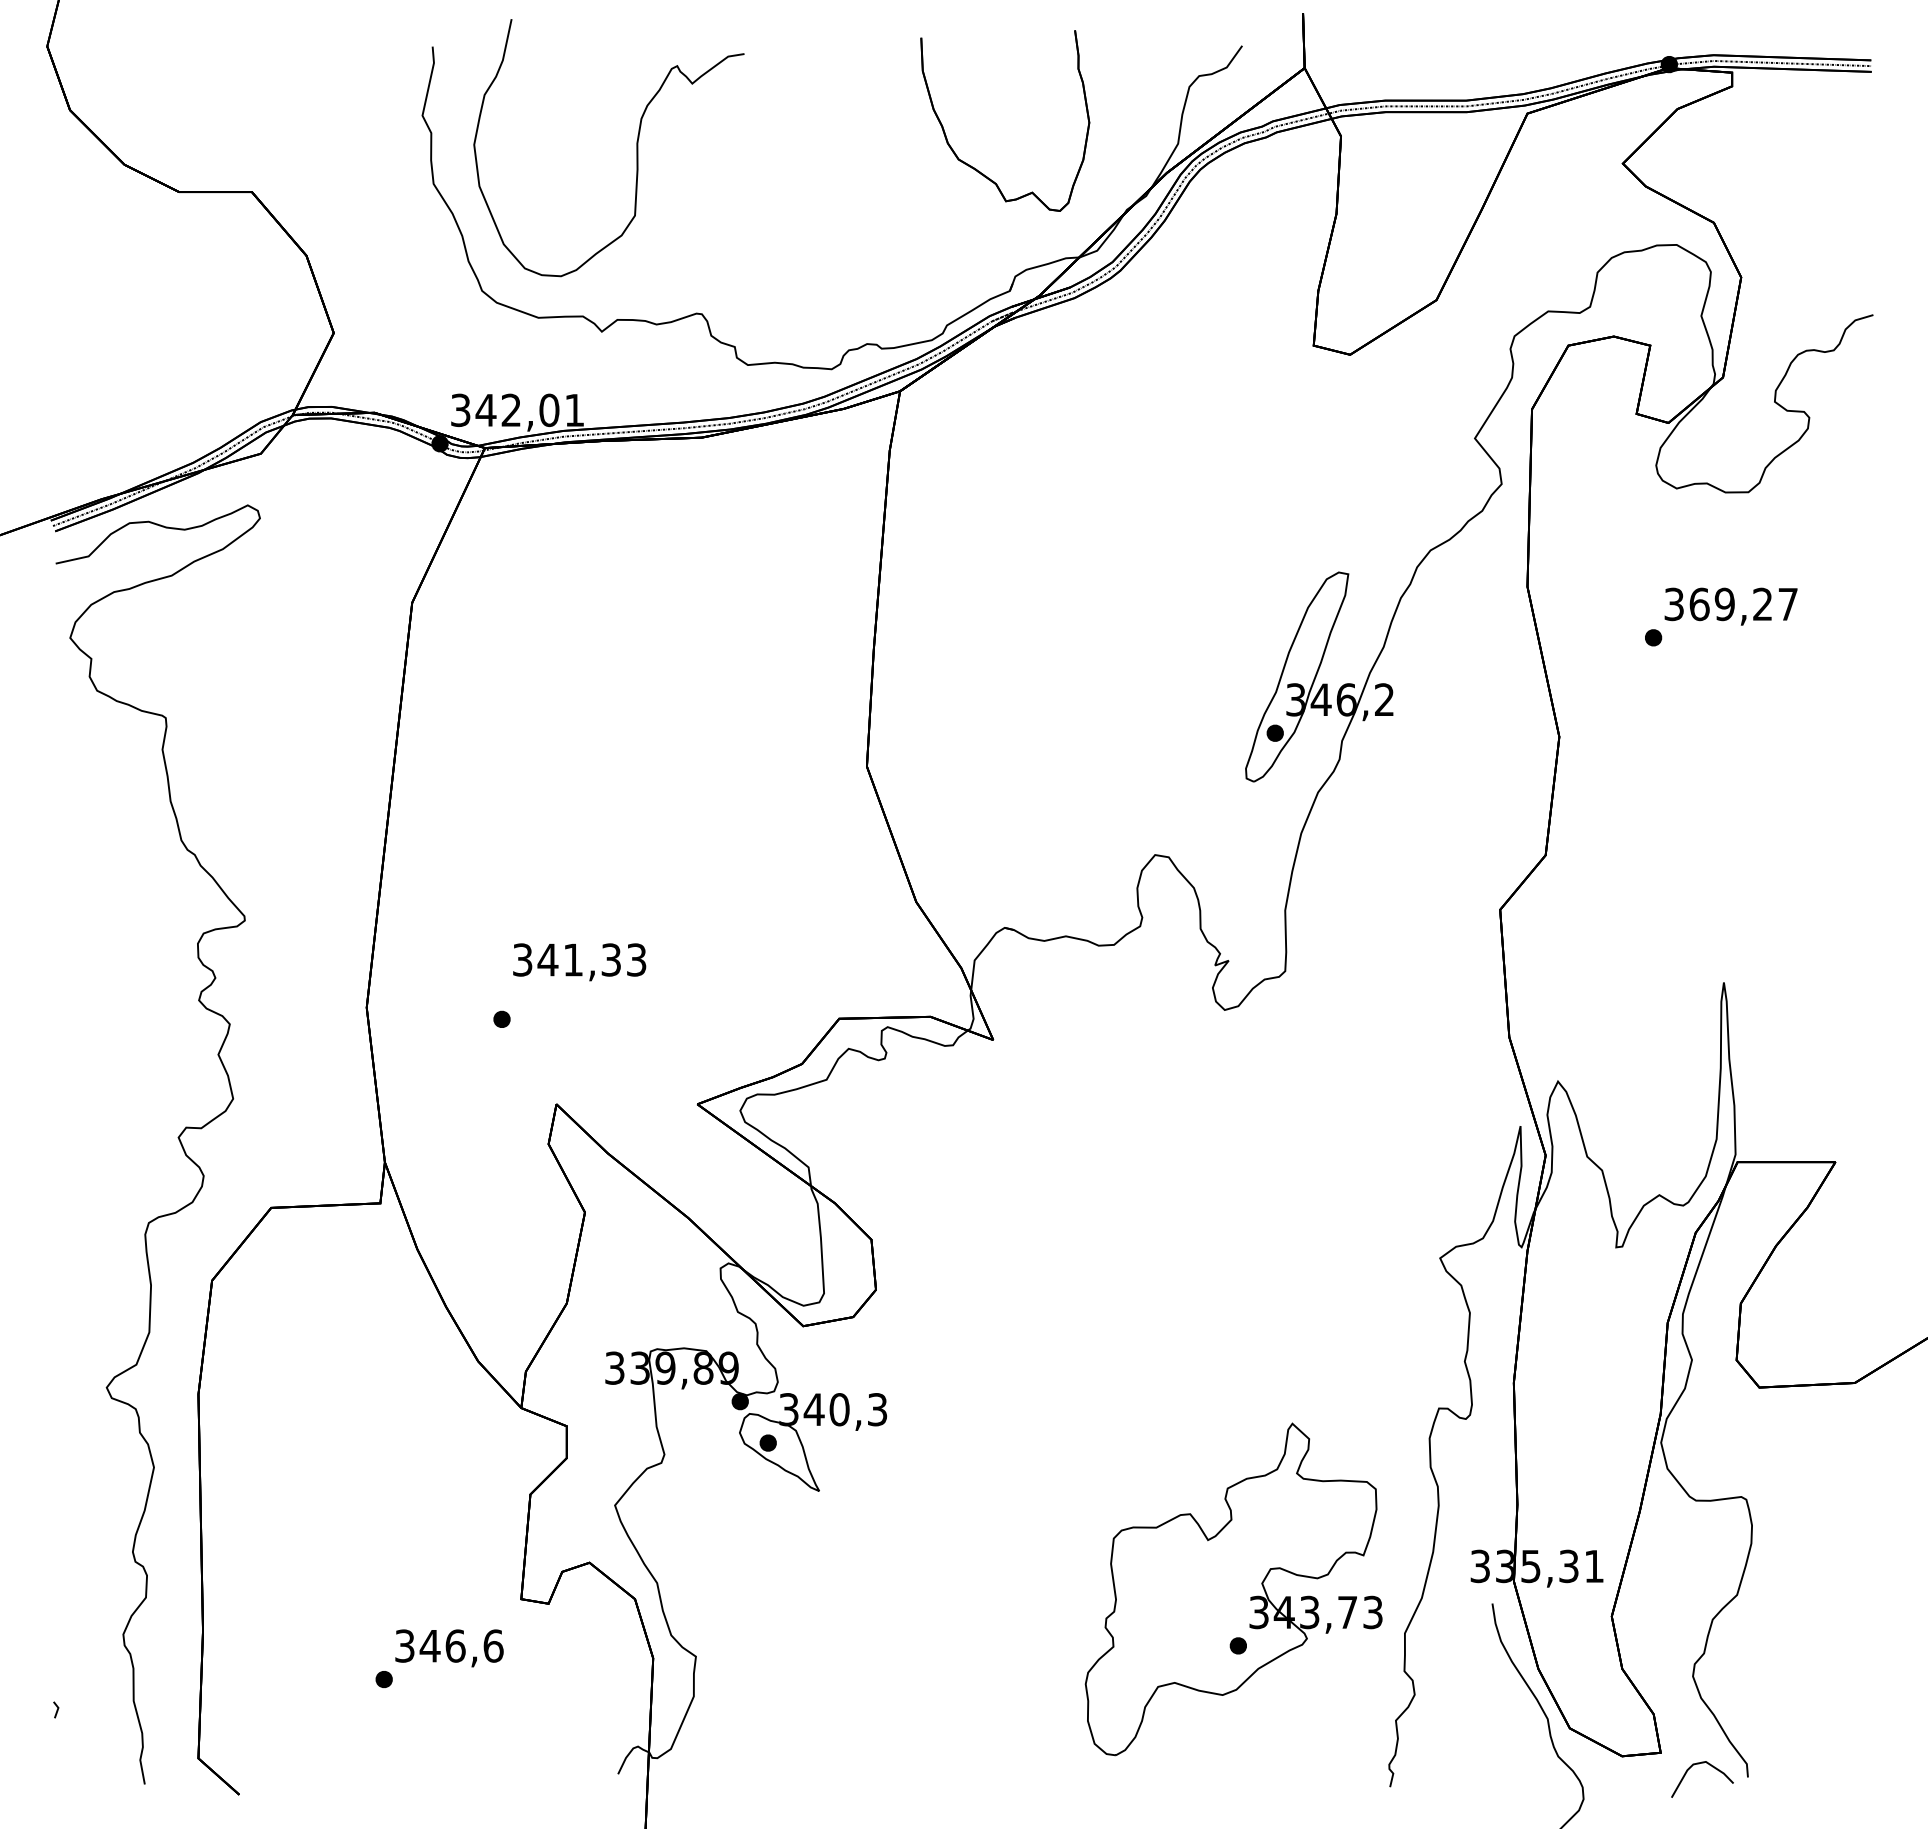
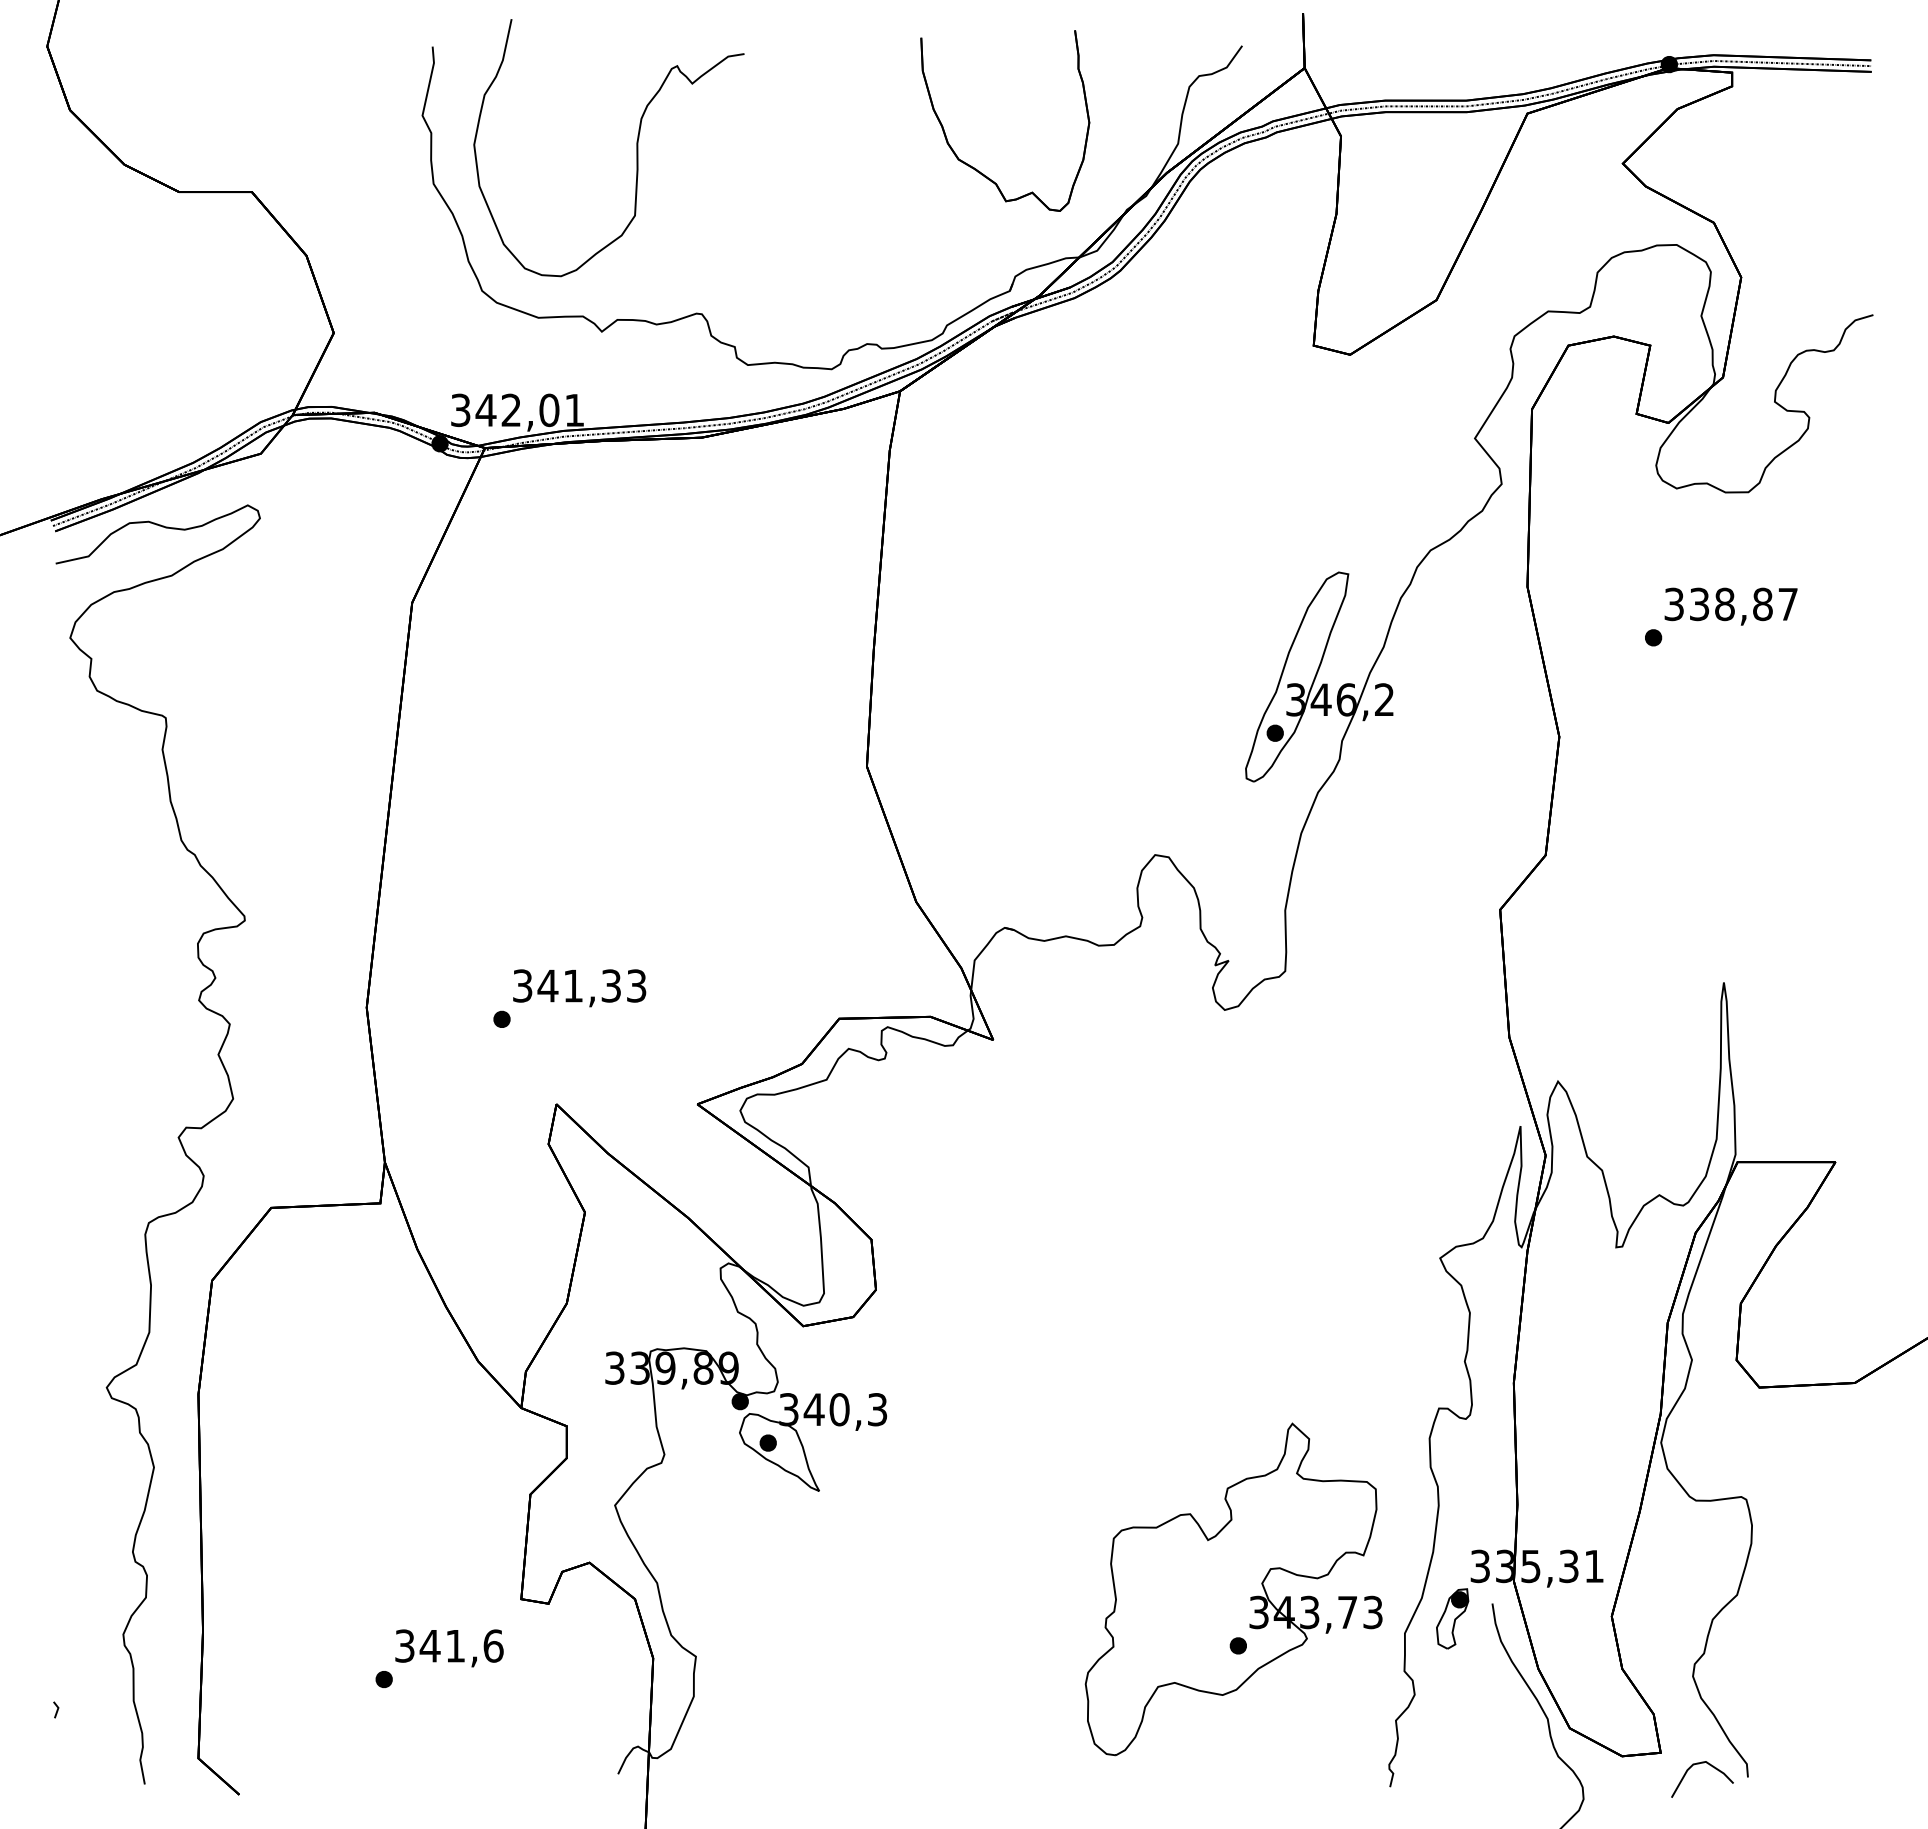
text at (1730, 604): 369,27 -> 338,87
text at (579, 962) position: (579, 962) -> (579, 988)
part at (1452, 1618): none -> present
text at (455, 1645): 346,6 -> 341,6
